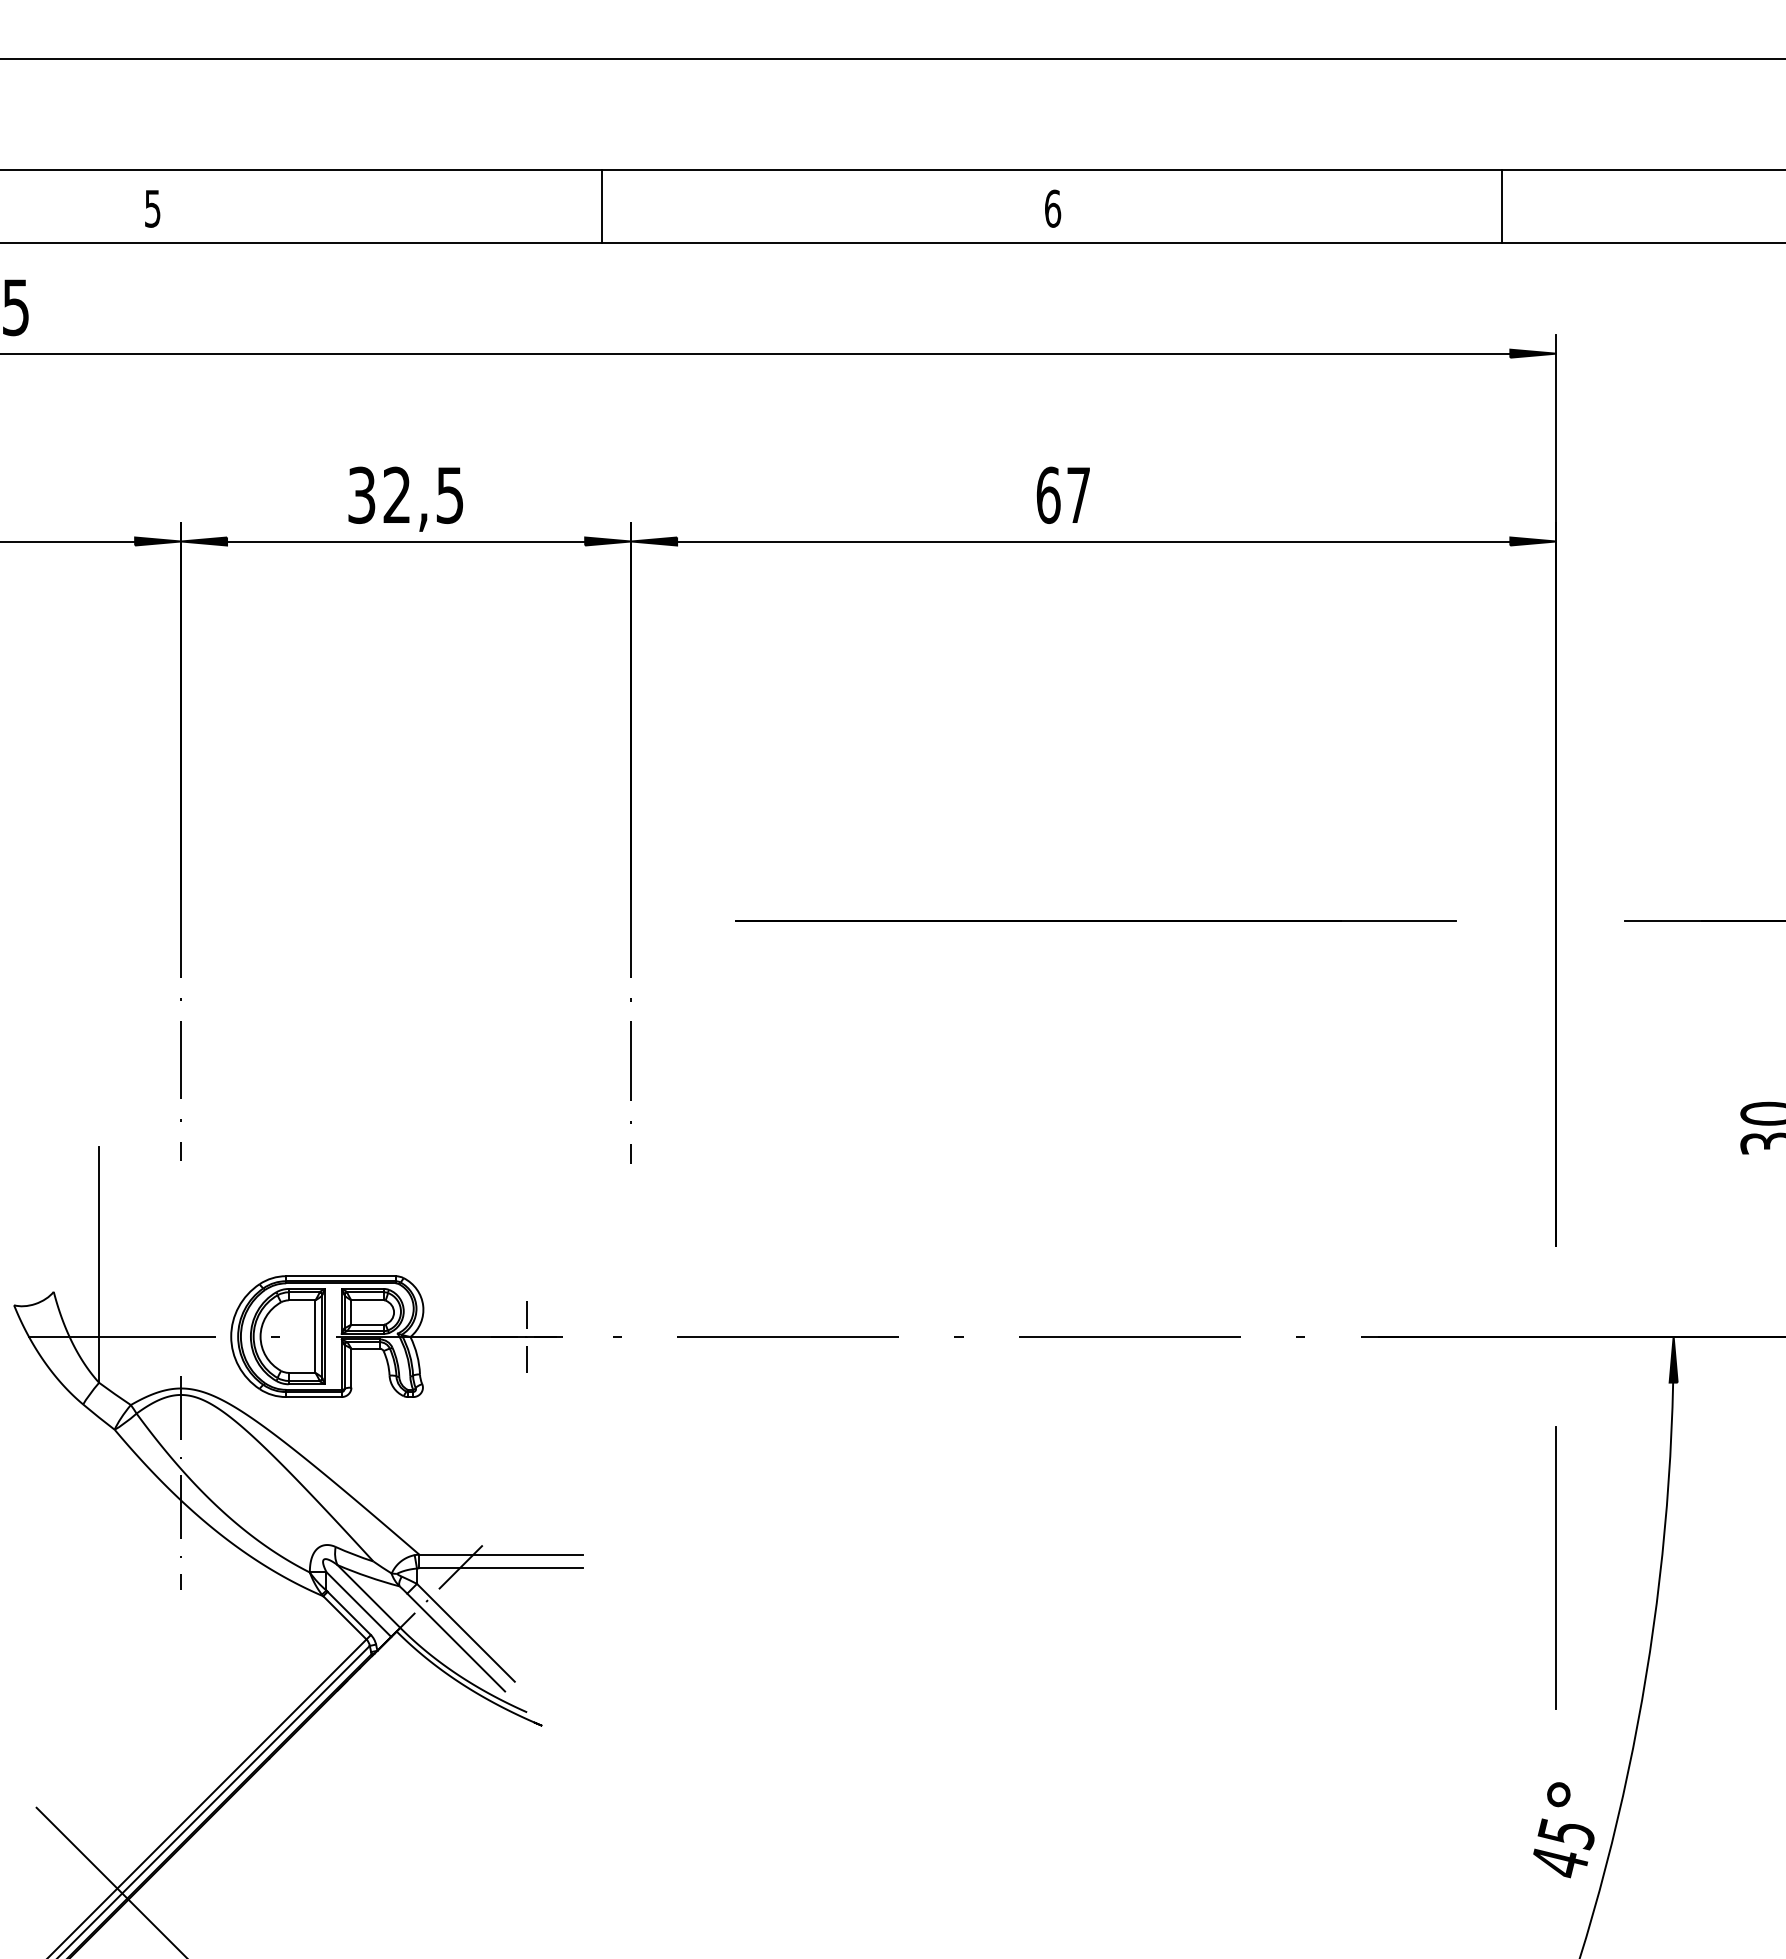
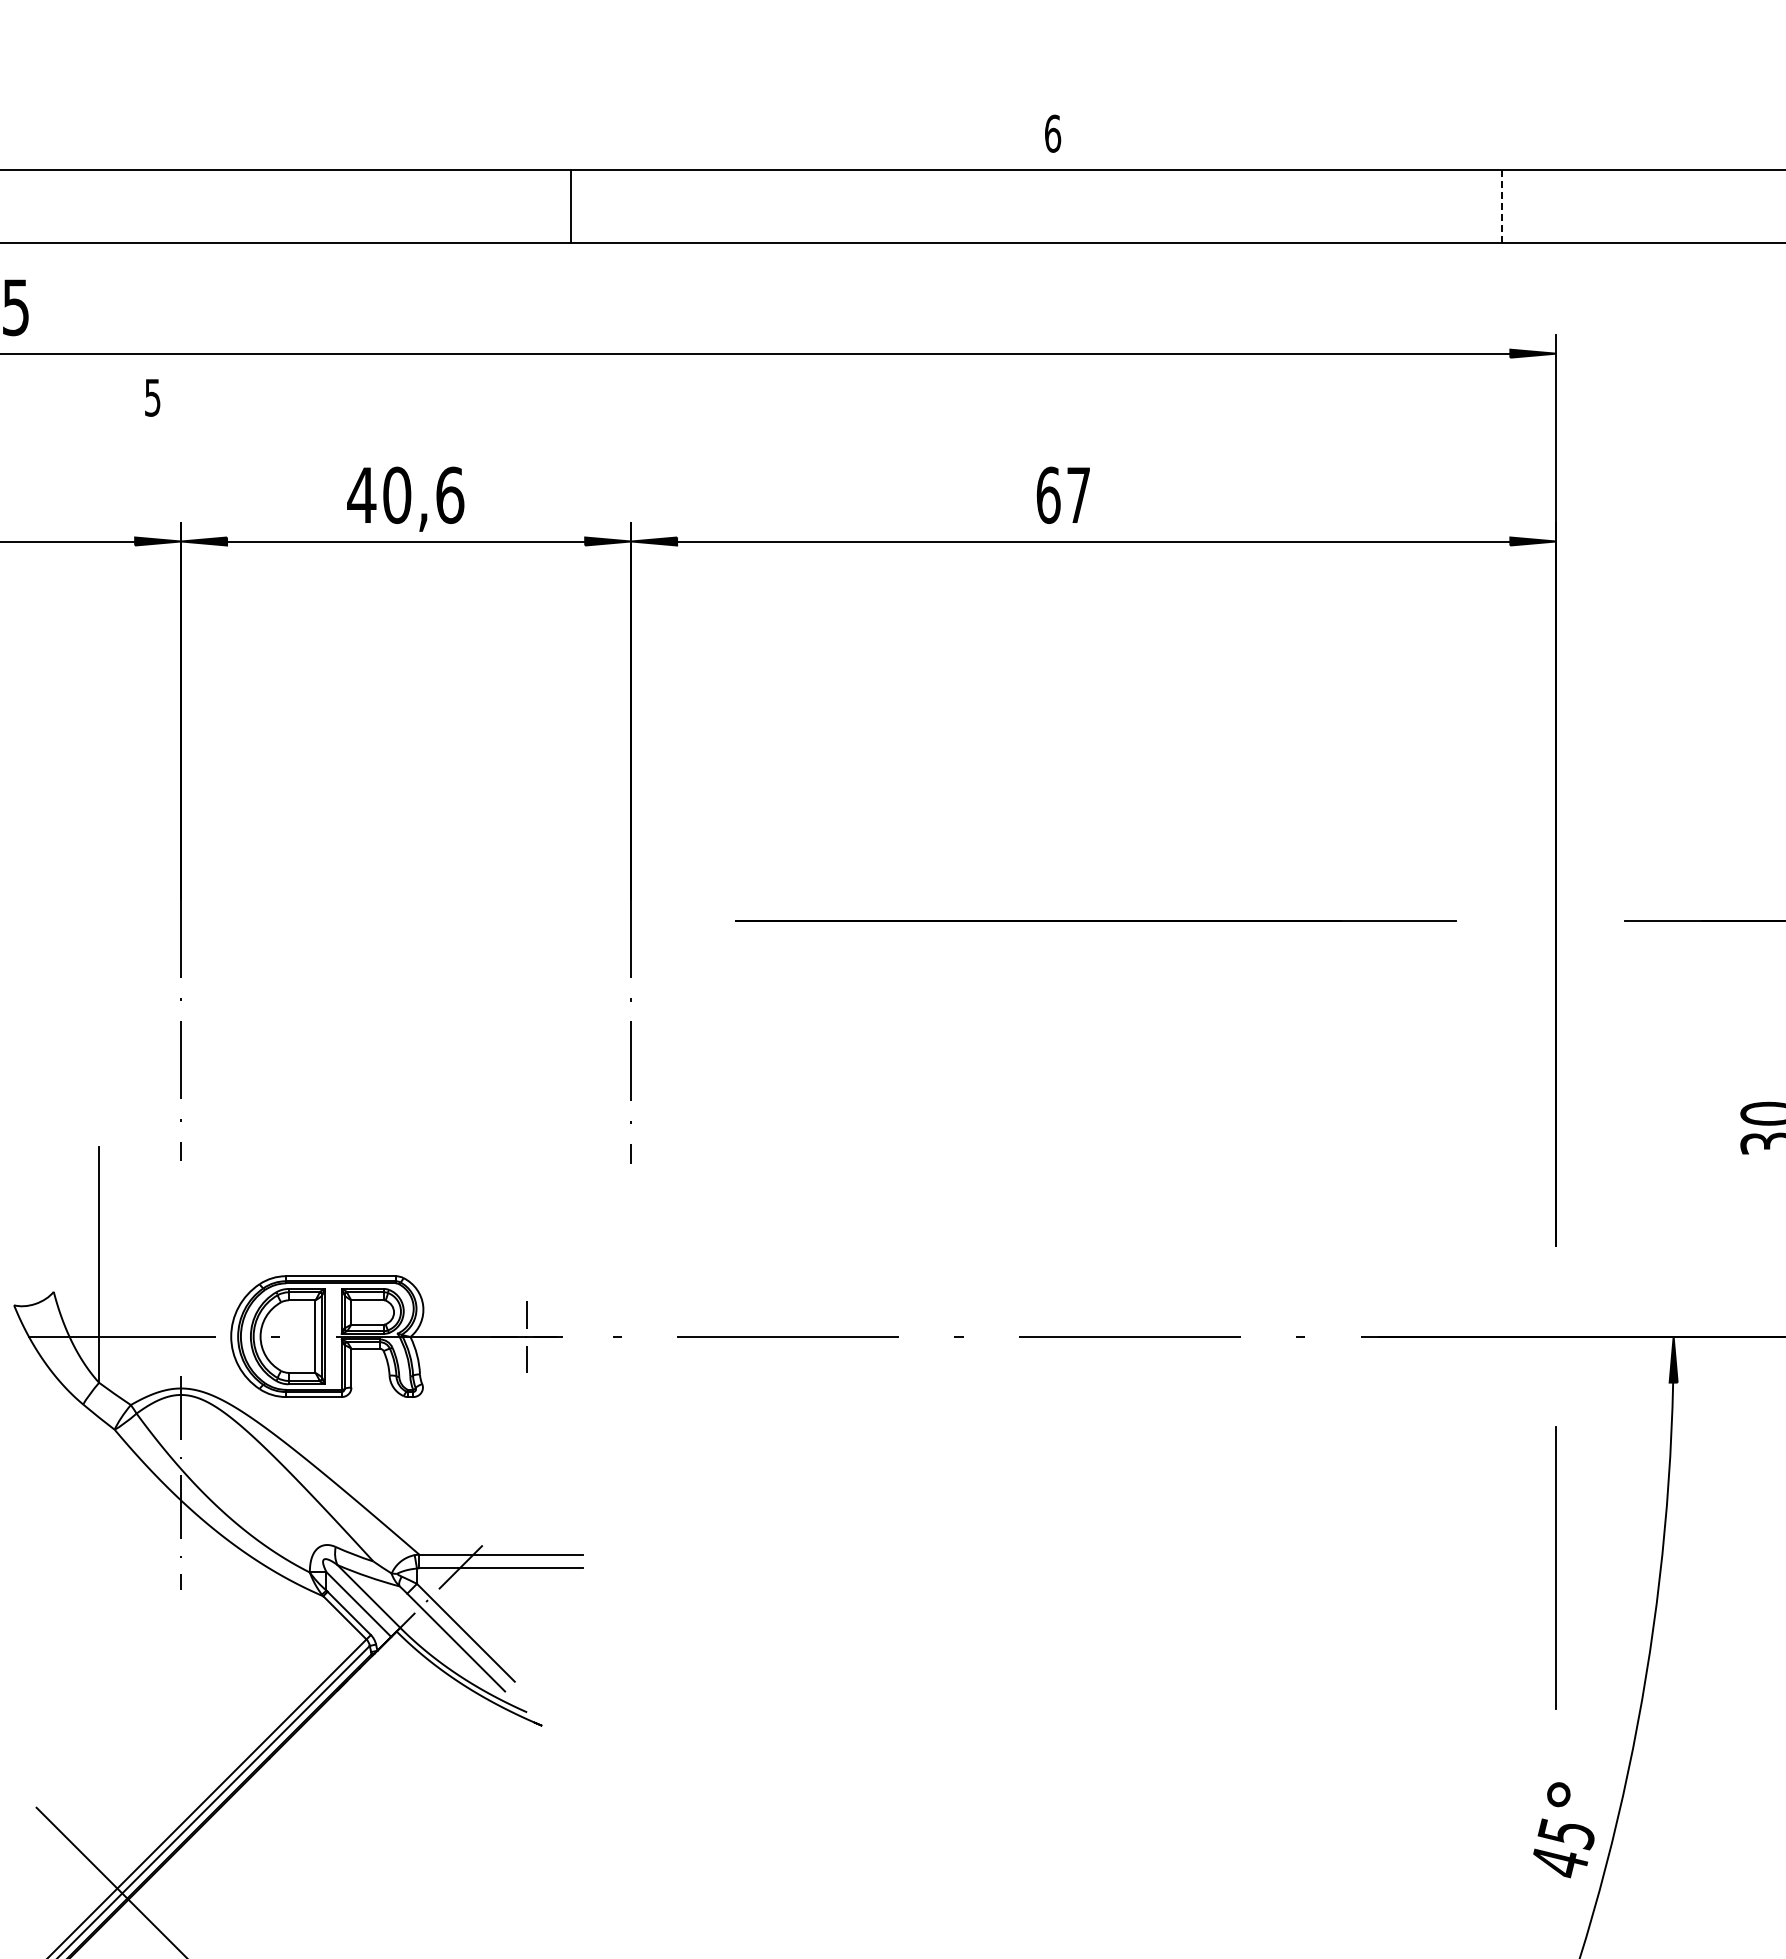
line at (892, 58): present -> none
line at (602, 206) position: (602, 206) -> (571, 206)
line at (1502, 206): solid -> dashed
text at (152, 208) position: (152, 208) -> (152, 397)
text at (1053, 208) position: (1053, 208) -> (1053, 133)
text at (405, 495): 32,5 -> 40,6
